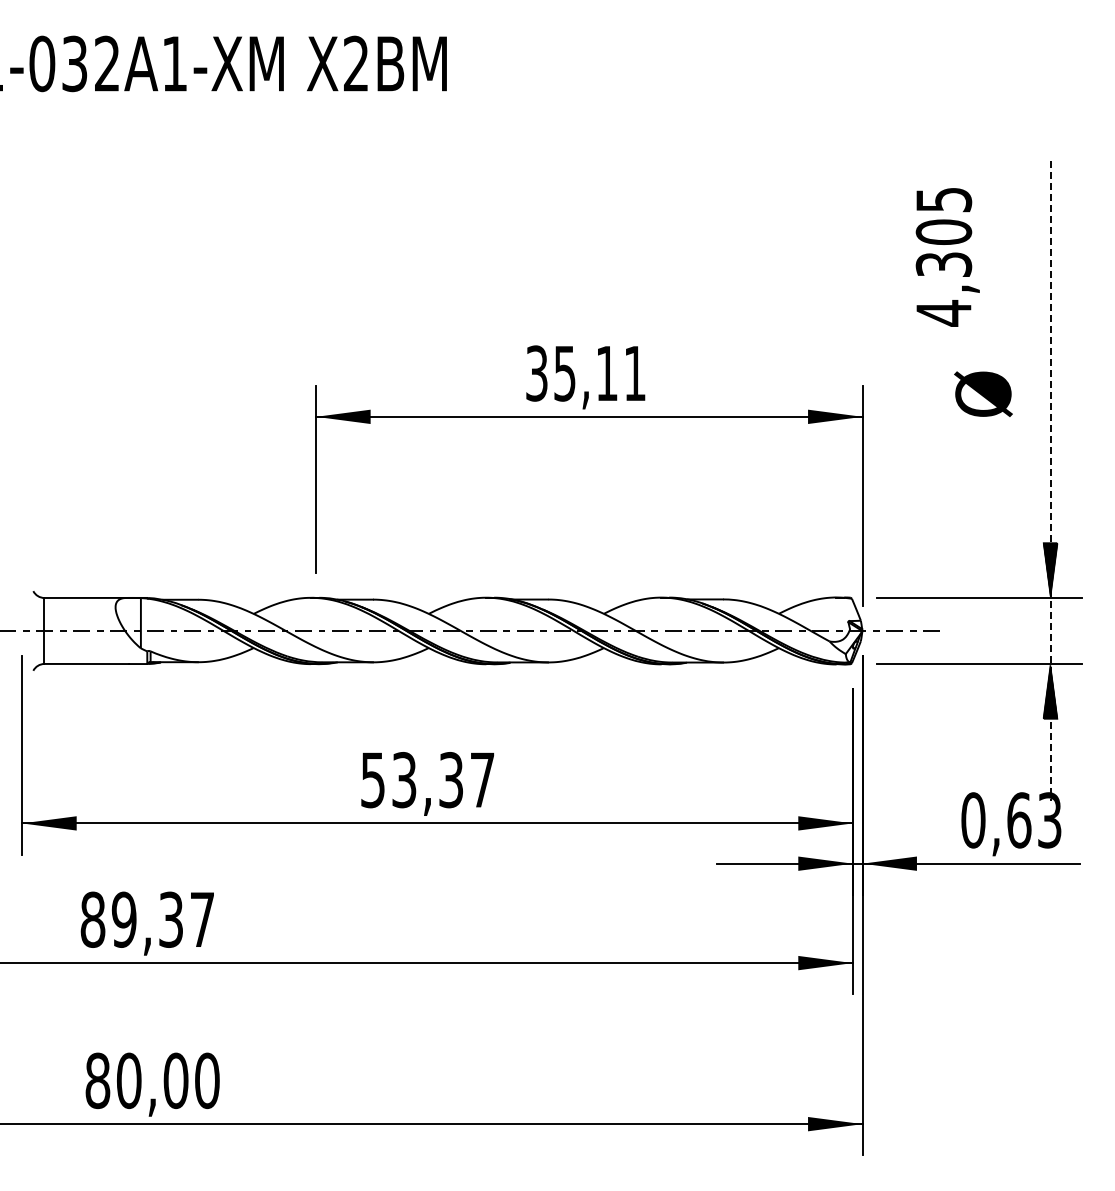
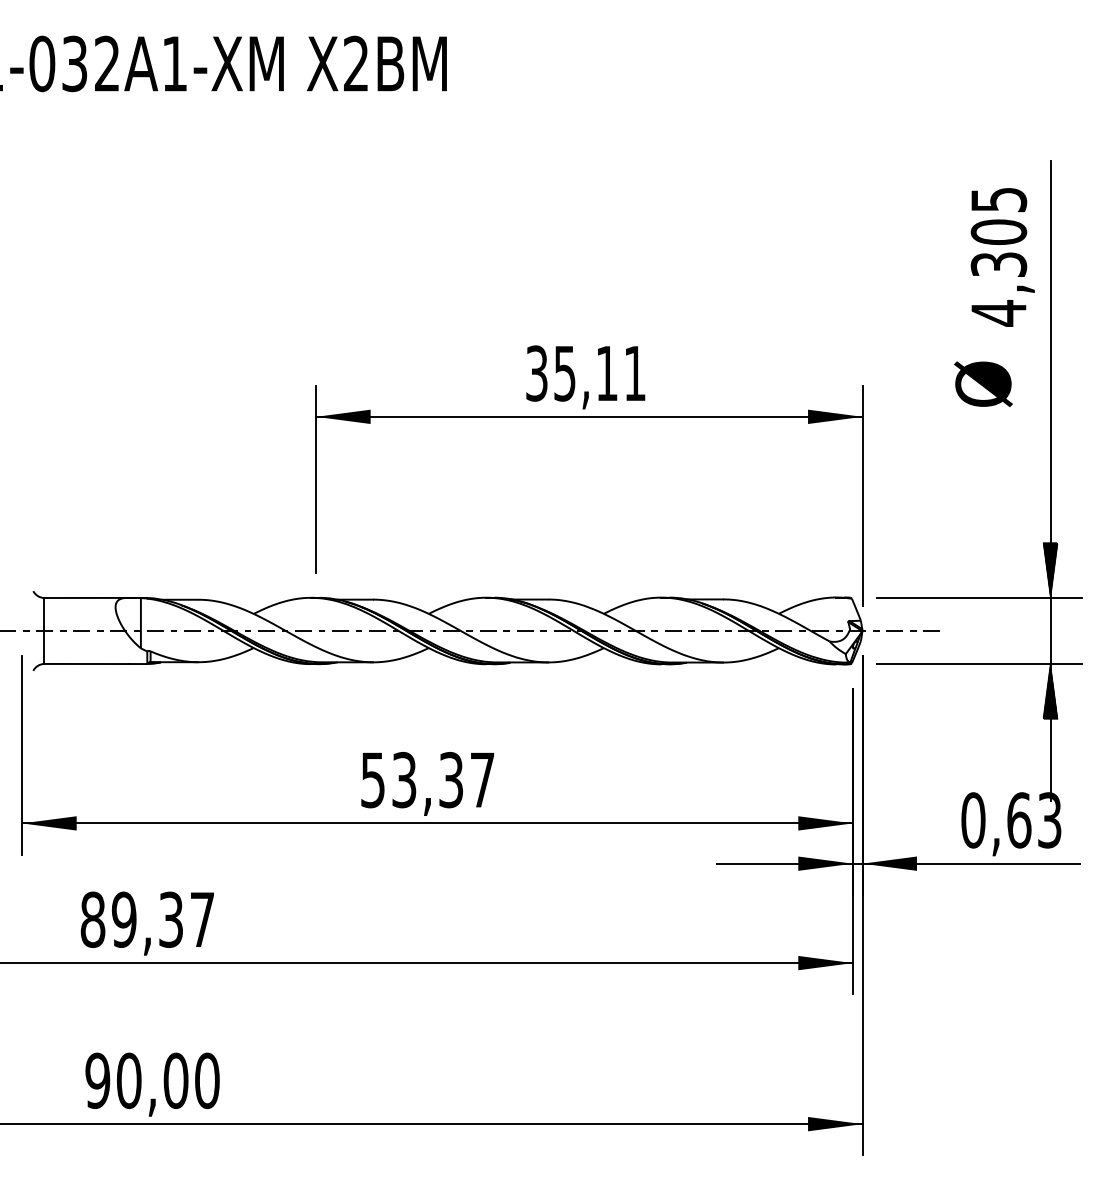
text at (947, 257) position: (947, 257) -> (1002, 257)
text at (983, 393) position: (983, 393) -> (983, 383)
line at (1050, 481): dashed -> solid
text at (97, 1080): 80,00 -> 90,00
